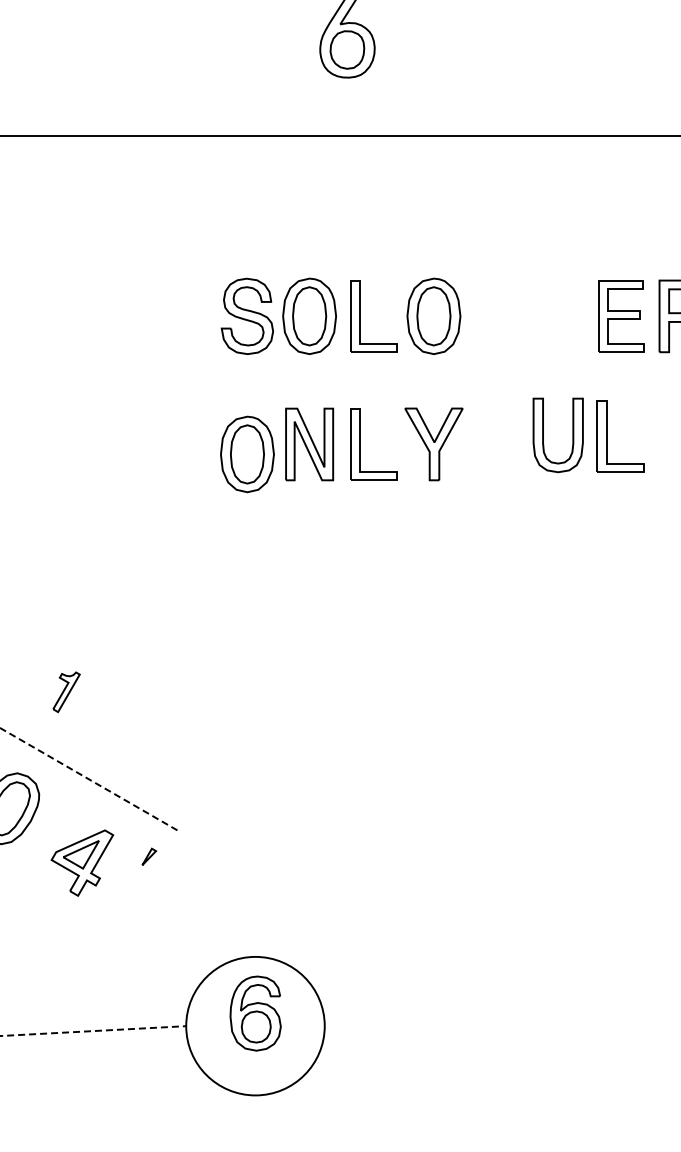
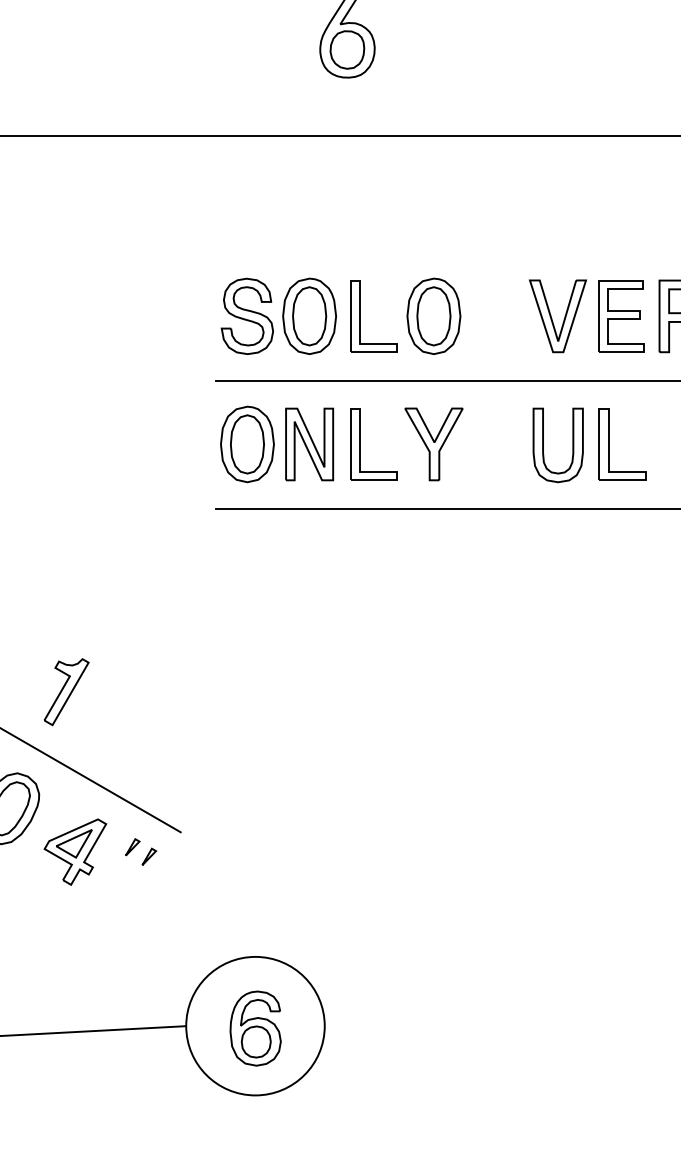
part at (557, 316): none -> present
line at (446, 380): none -> present
part at (543, 435) position: (543, 435) -> (543, 445)
part at (607, 436) position: (607, 436) -> (609, 444)
part at (247, 454) position: (247, 454) -> (247, 444)
line at (446, 508): none -> present
part at (66, 692) size: 29x43 px -> 47x69 px
line at (90, 780): dashed -> solid
part at (132, 847): none -> present
part at (82, 862) position: (82, 862) -> (75, 851)
part at (255, 1013) position: (255, 1013) -> (255, 1028)
line at (93, 1031): dashed -> solid
